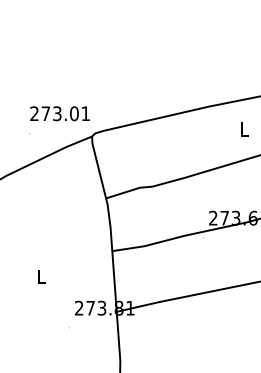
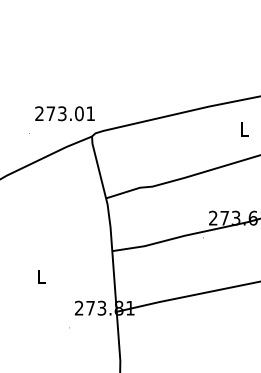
text at (59, 113) position: (59, 113) -> (64, 113)
